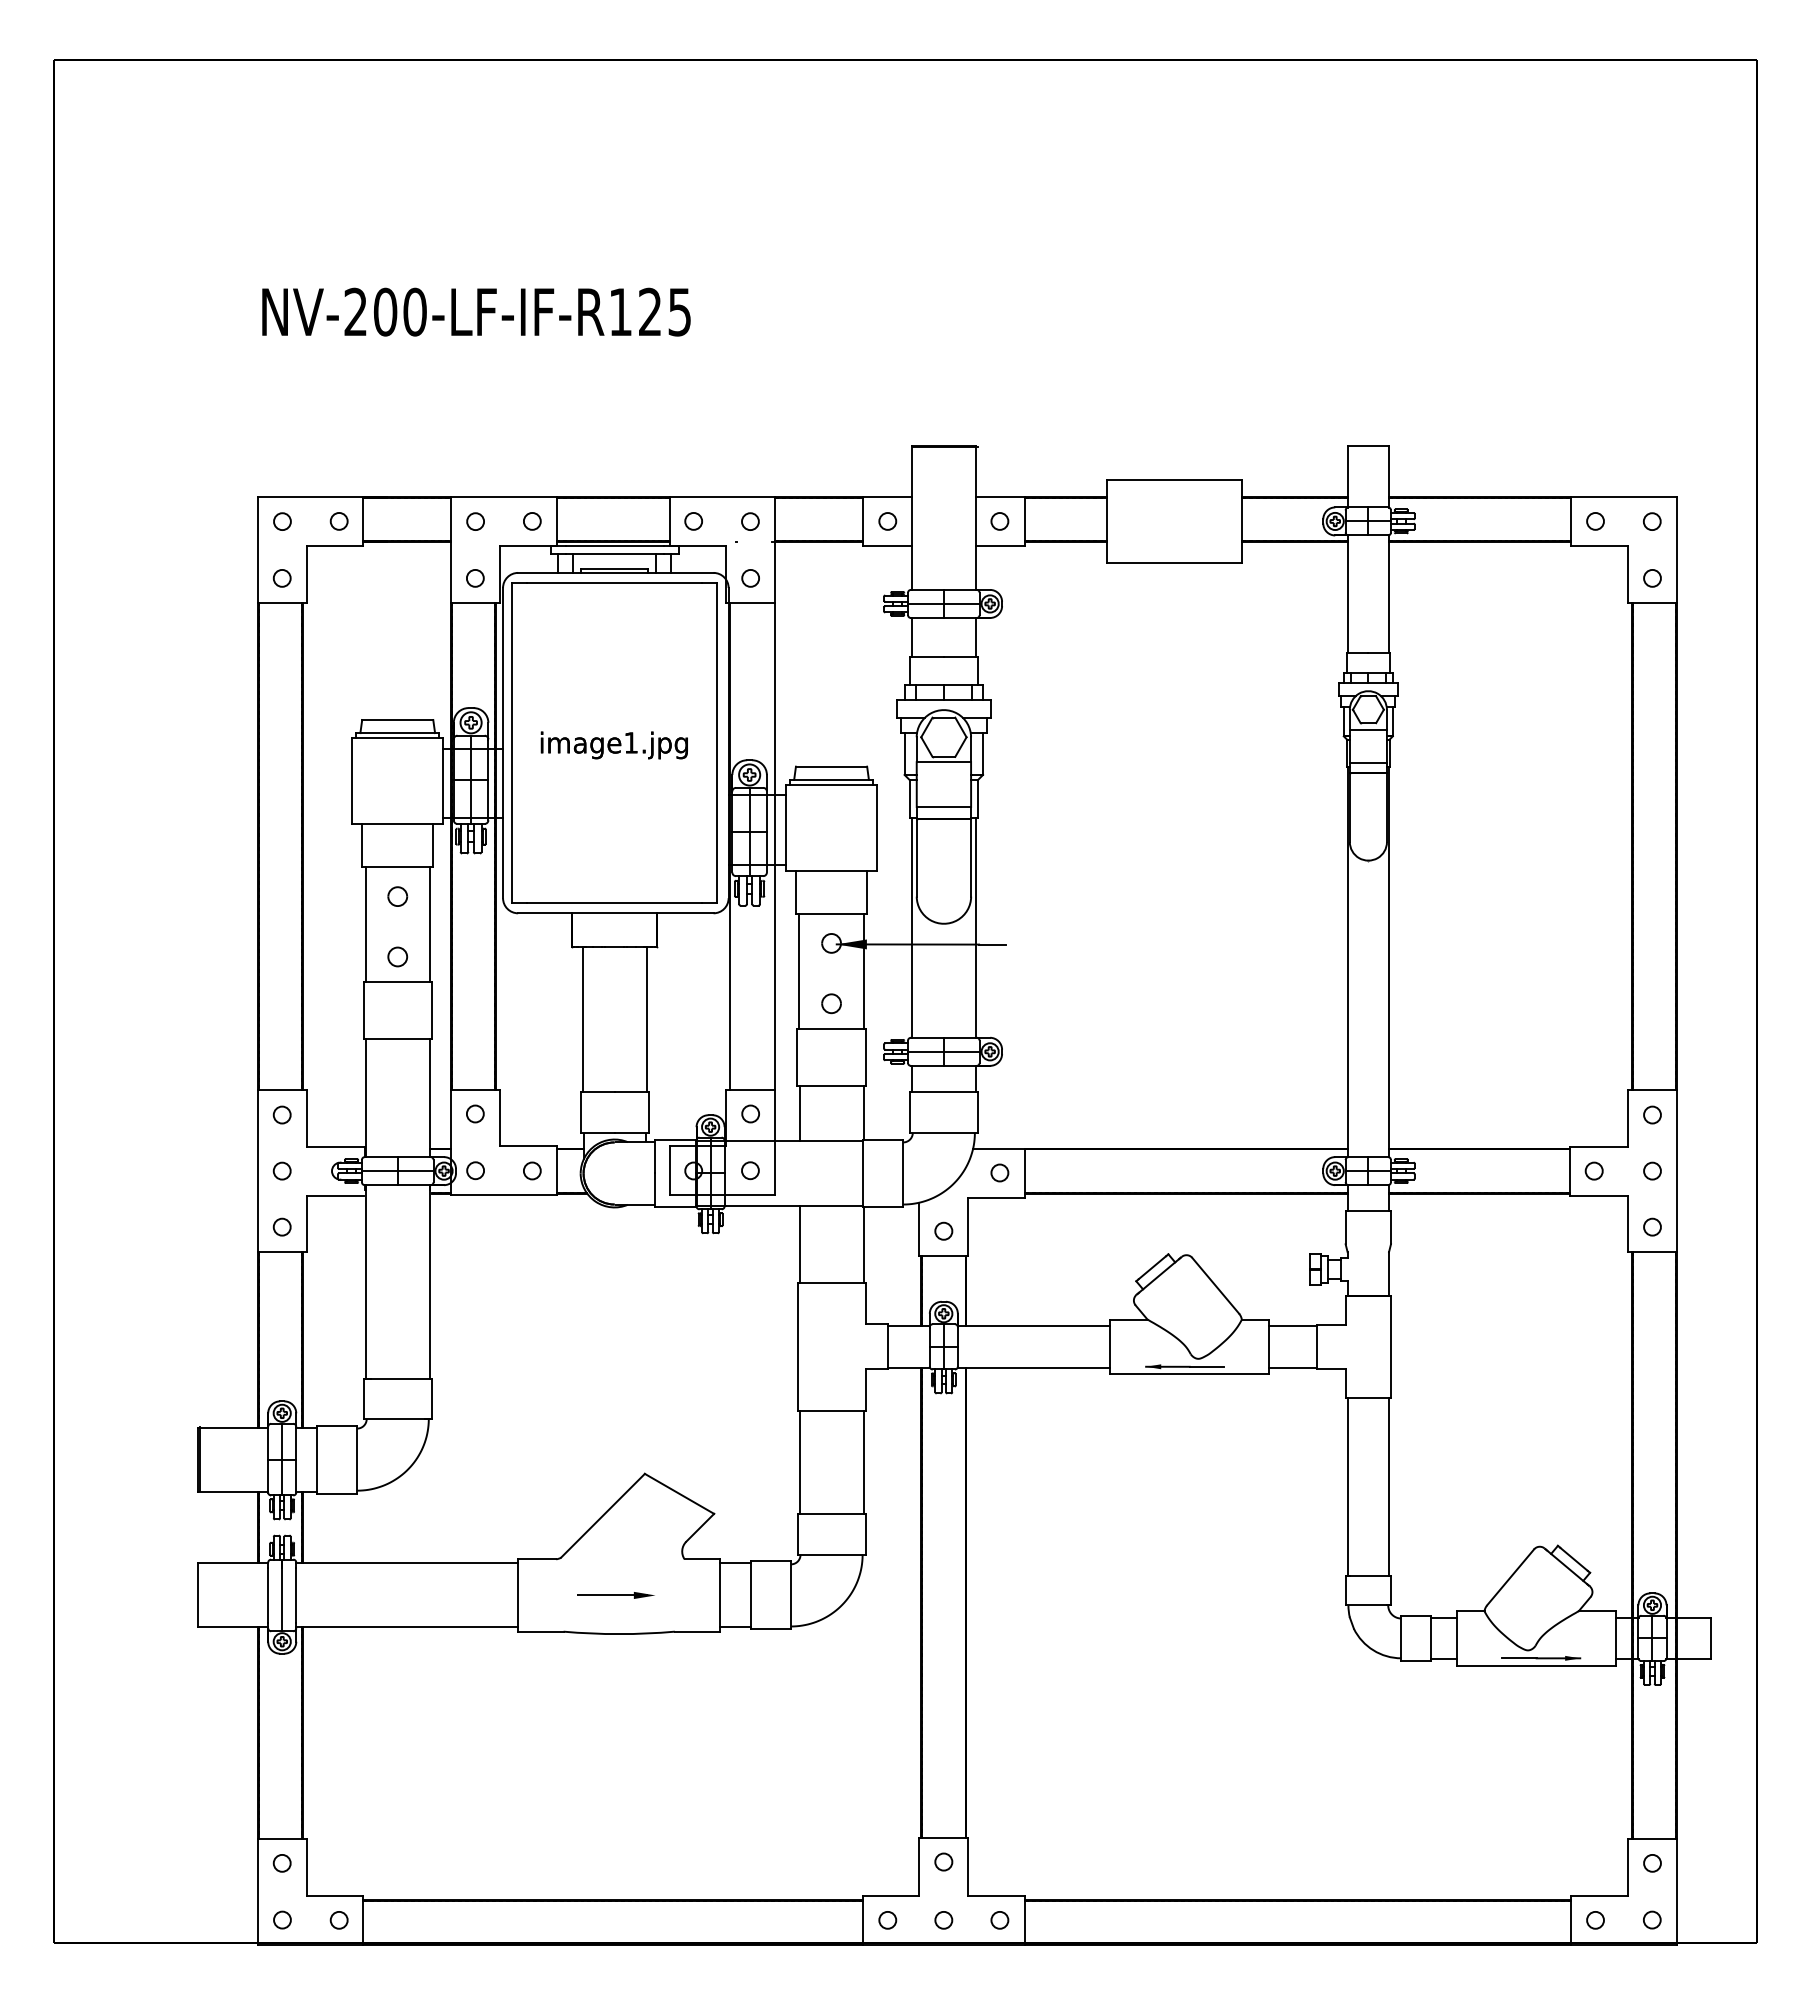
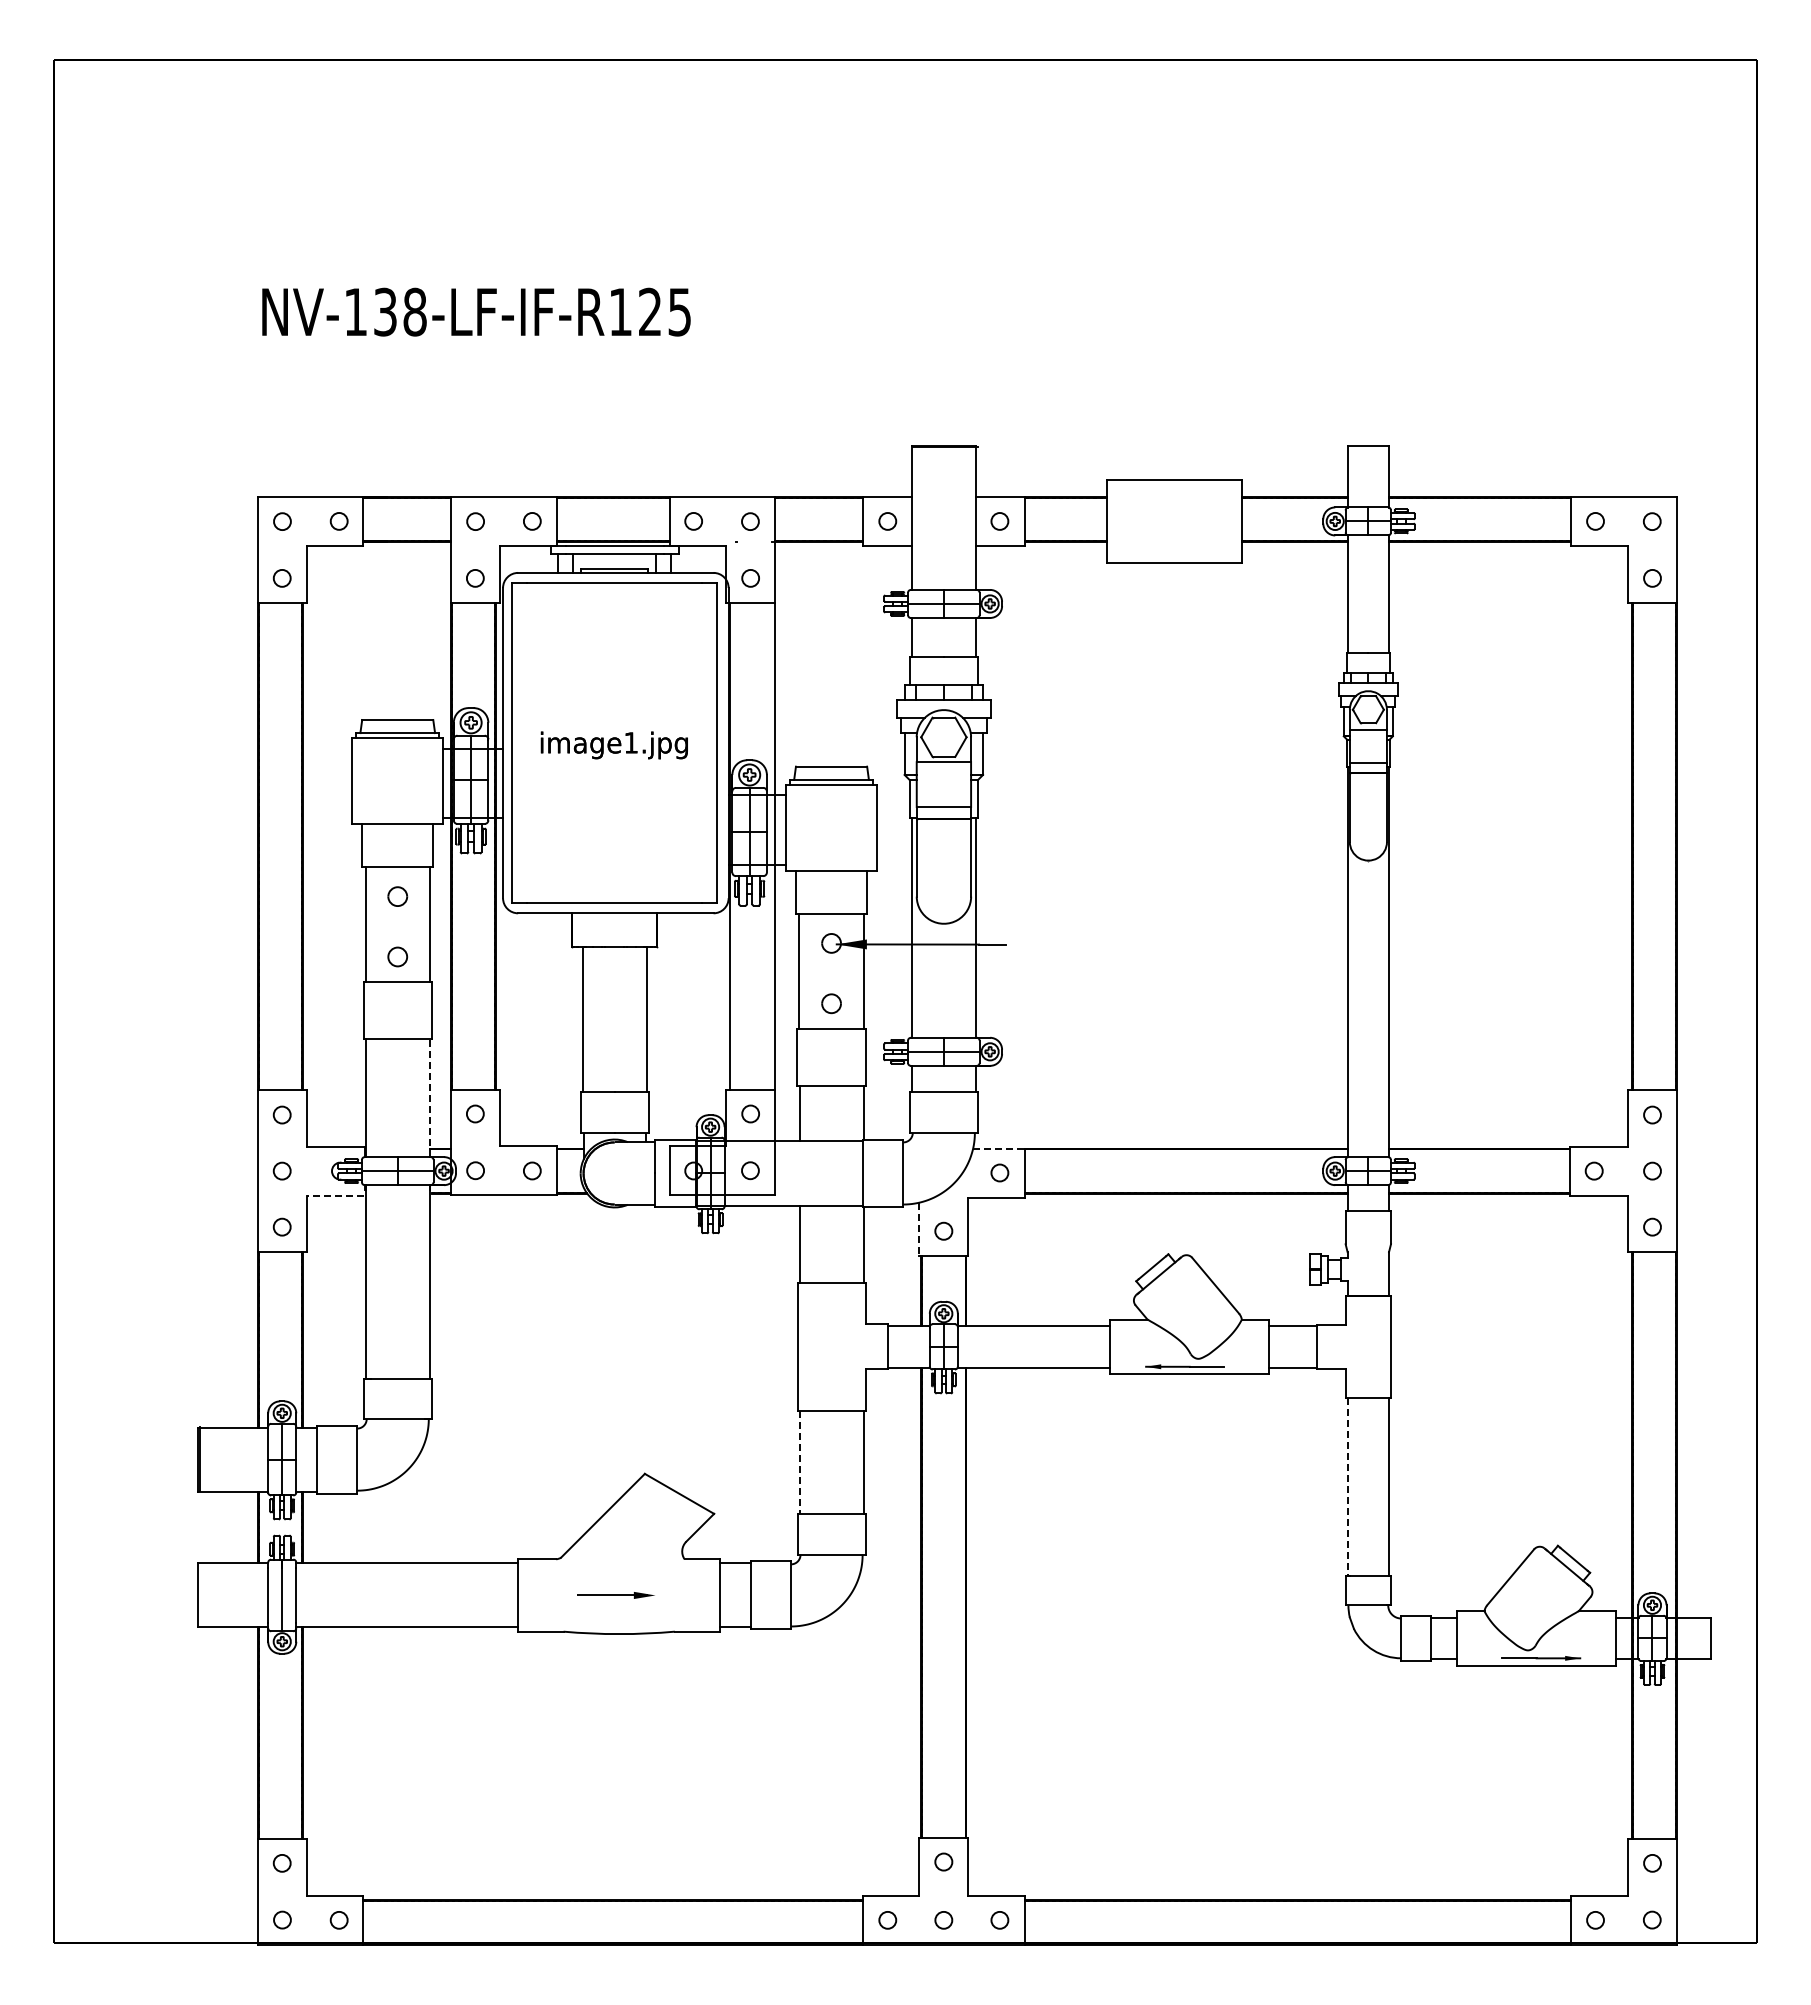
text at (385, 311): NV-200-LF-IF-R125 -> NV-138-LF-IF-R125
line at (429, 1097): solid -> dashed
line at (999, 1148): solid -> dashed
line at (335, 1195): solid -> dashed
line at (919, 1229): solid -> dashed
line at (799, 1462): solid -> dashed
line at (1347, 1487): solid -> dashed
